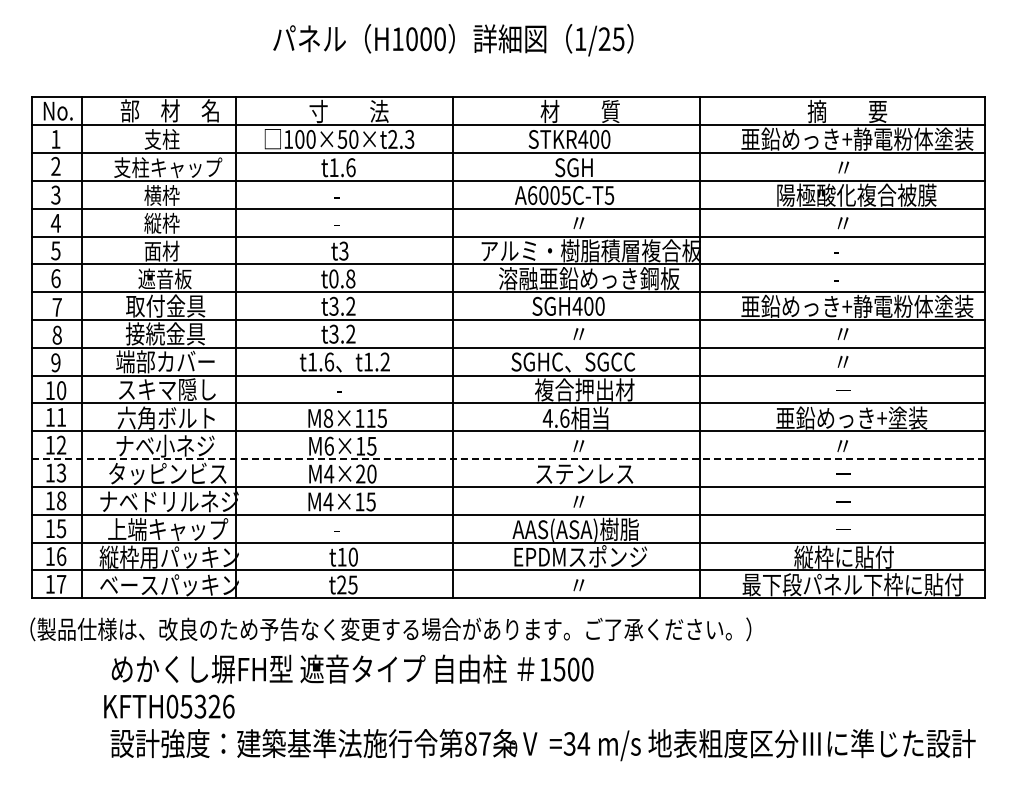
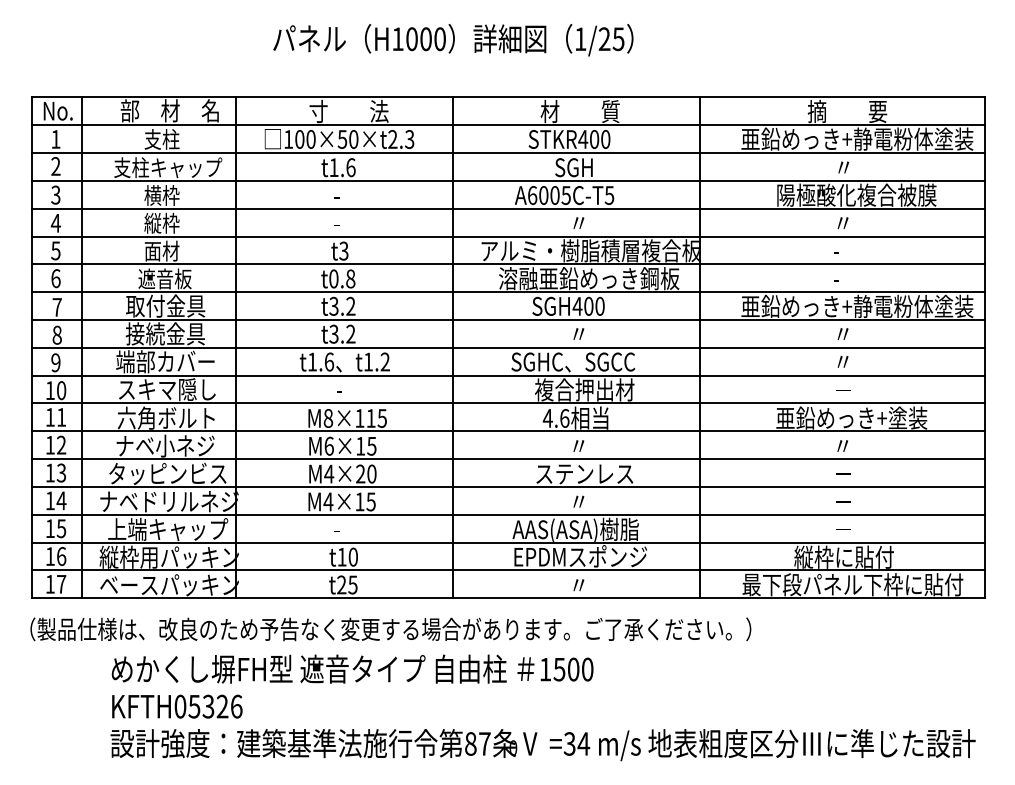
line at (508, 459): dashed -> solid
text at (61, 500): 18 -> 14
text at (169, 706) position: (169, 706) -> (177, 706)
